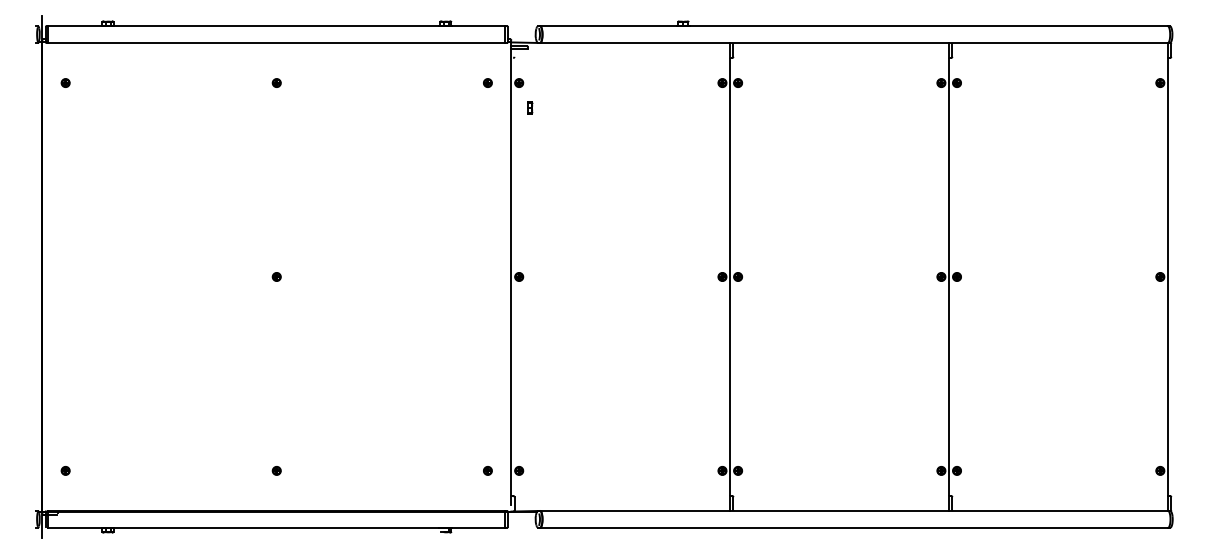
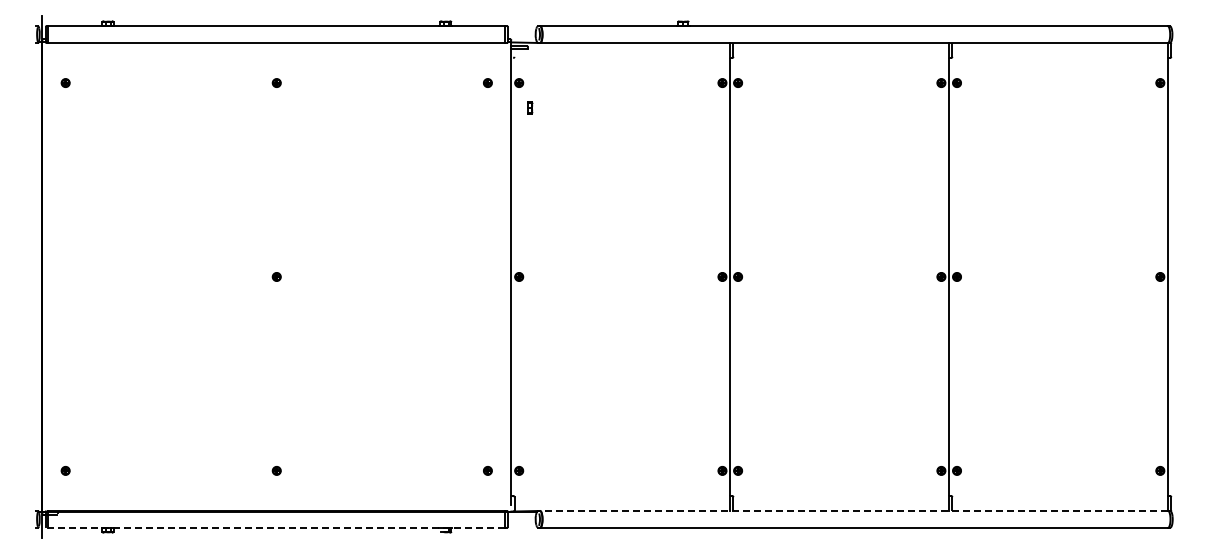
line at (854, 510): solid -> dashed
line at (276, 527): solid -> dashed
